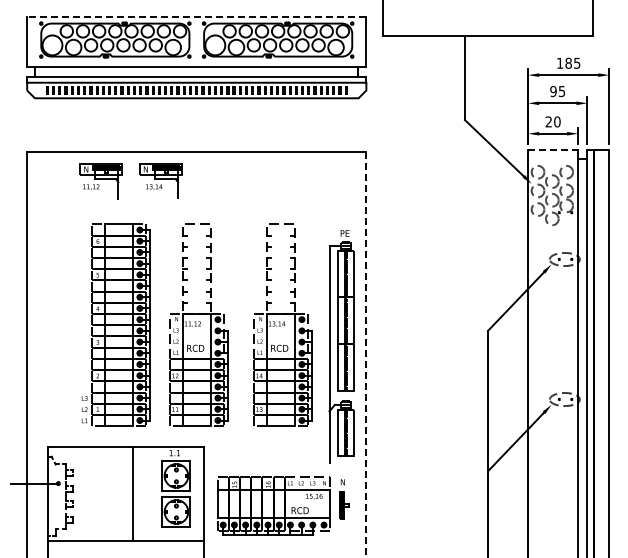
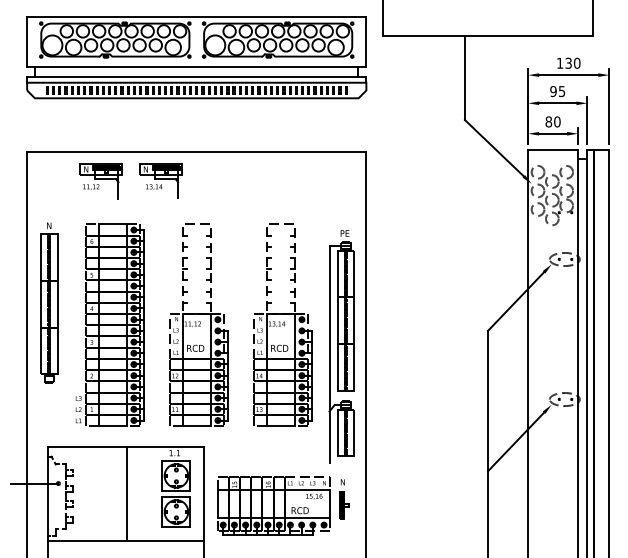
line at (196, 17): dashed -> solid
text at (572, 62): 185 -> 130
text at (548, 121): 20 -> 80
line at (553, 150): dashed -> solid
part at (49, 302): none -> present
part at (115, 324) position: (115, 324) -> (109, 324)
line at (366, 355): dashed -> solid
line at (133, 493) position: (133, 493) -> (127, 493)
